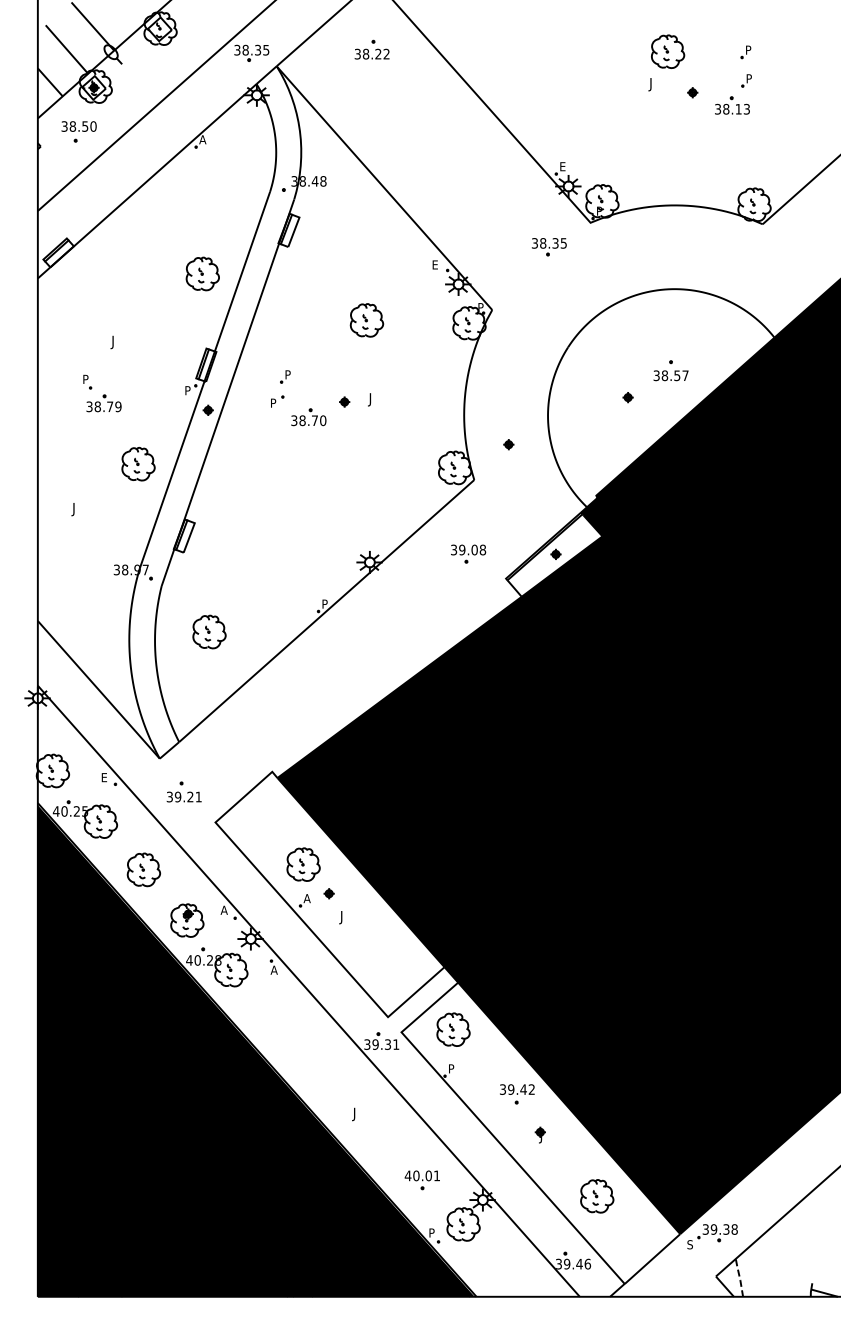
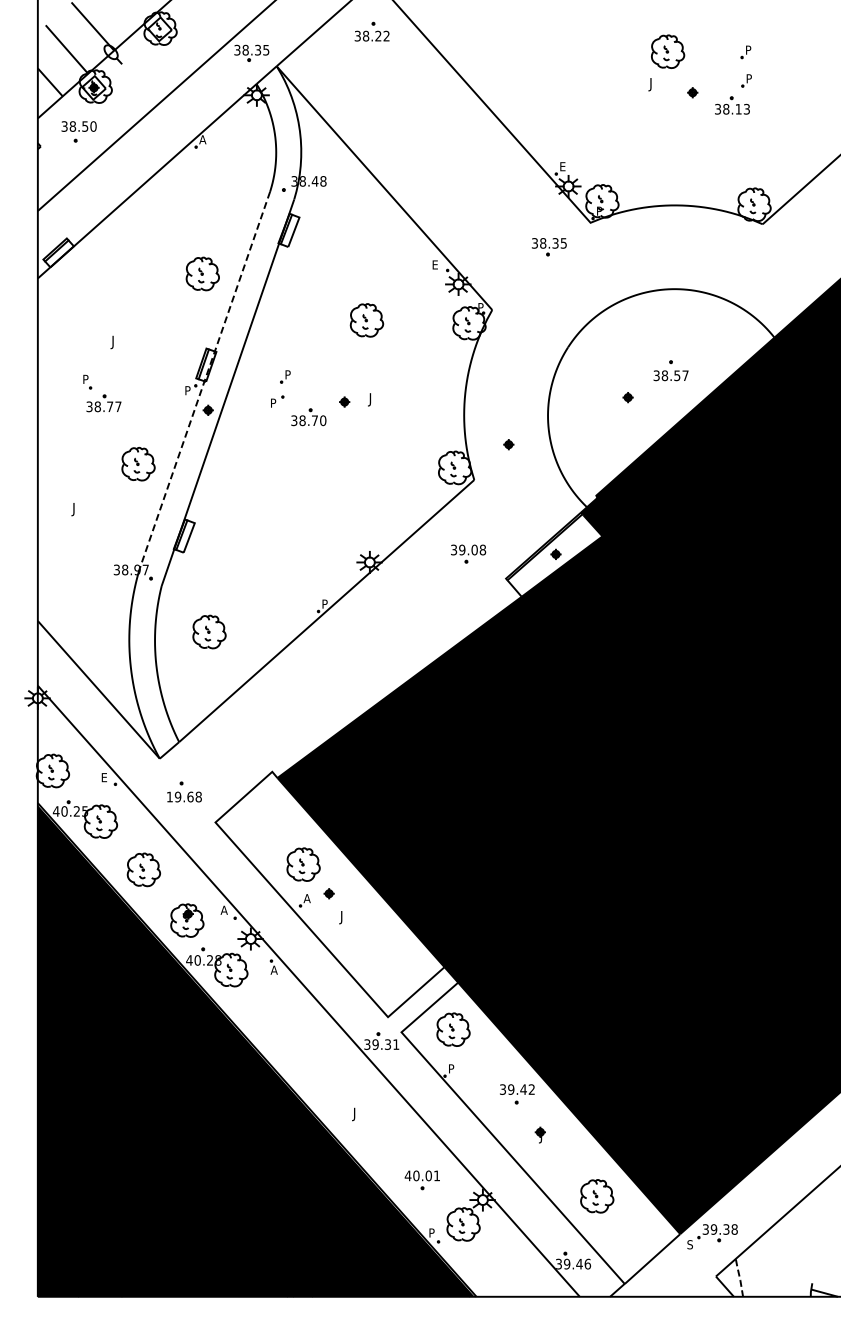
part at (371, 49) position: (371, 49) -> (371, 31)
line at (204, 380): solid -> dashed
text at (118, 406): 38.79 -> 38.77
text at (183, 796): 39.21 -> 19.68
